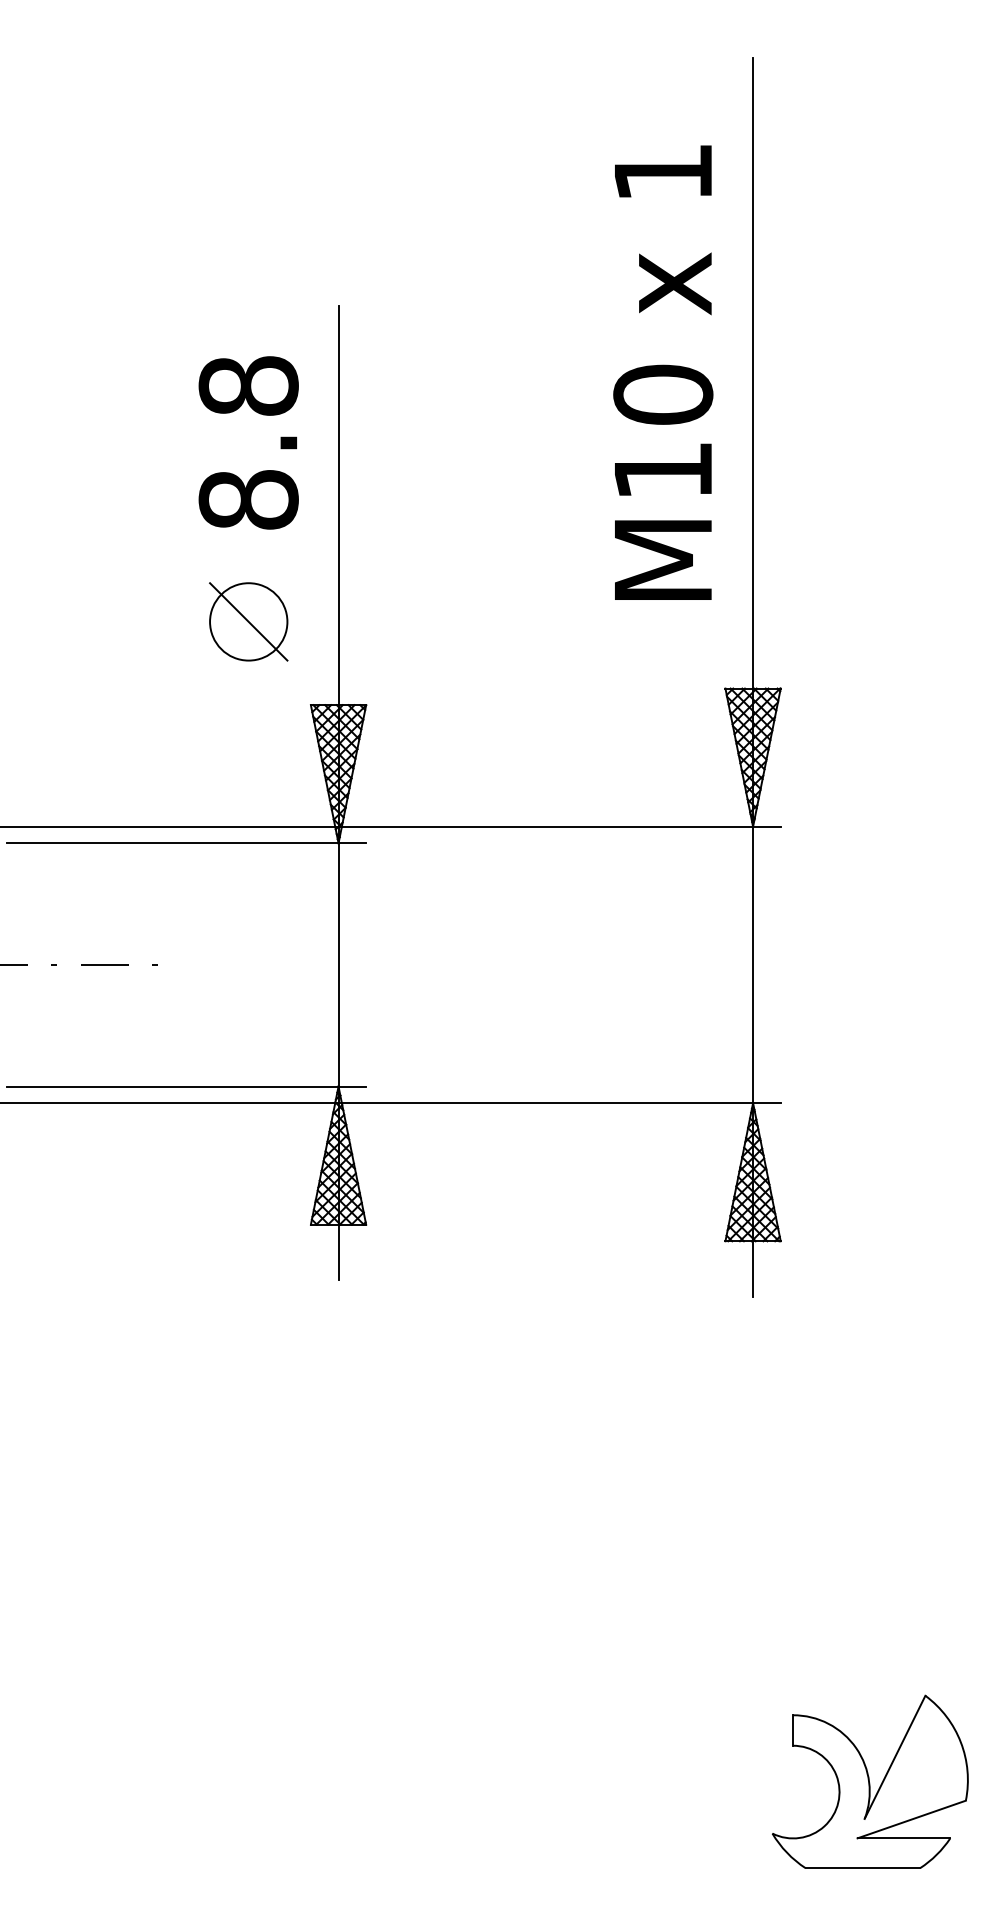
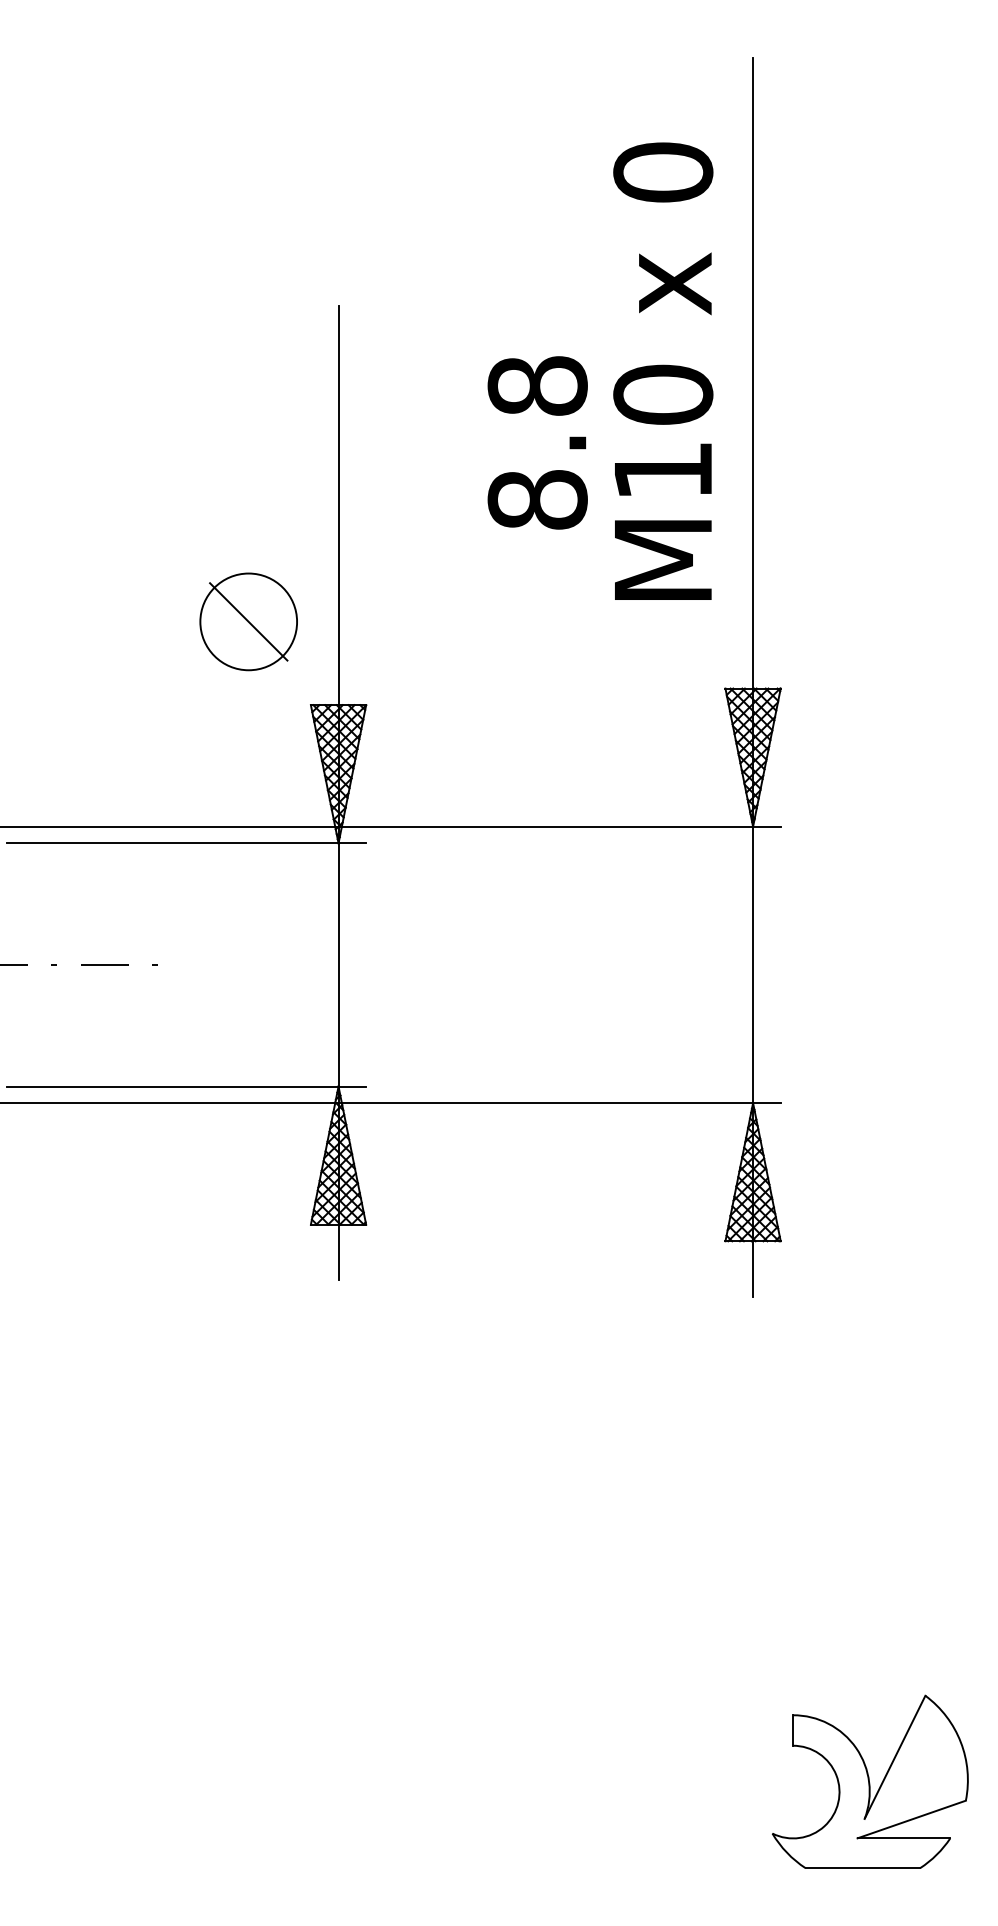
text at (663, 172): 1 -> 0
text at (248, 442) position: (248, 442) -> (537, 442)
circle at (248, 621) diameter: 77 px -> 97 px
